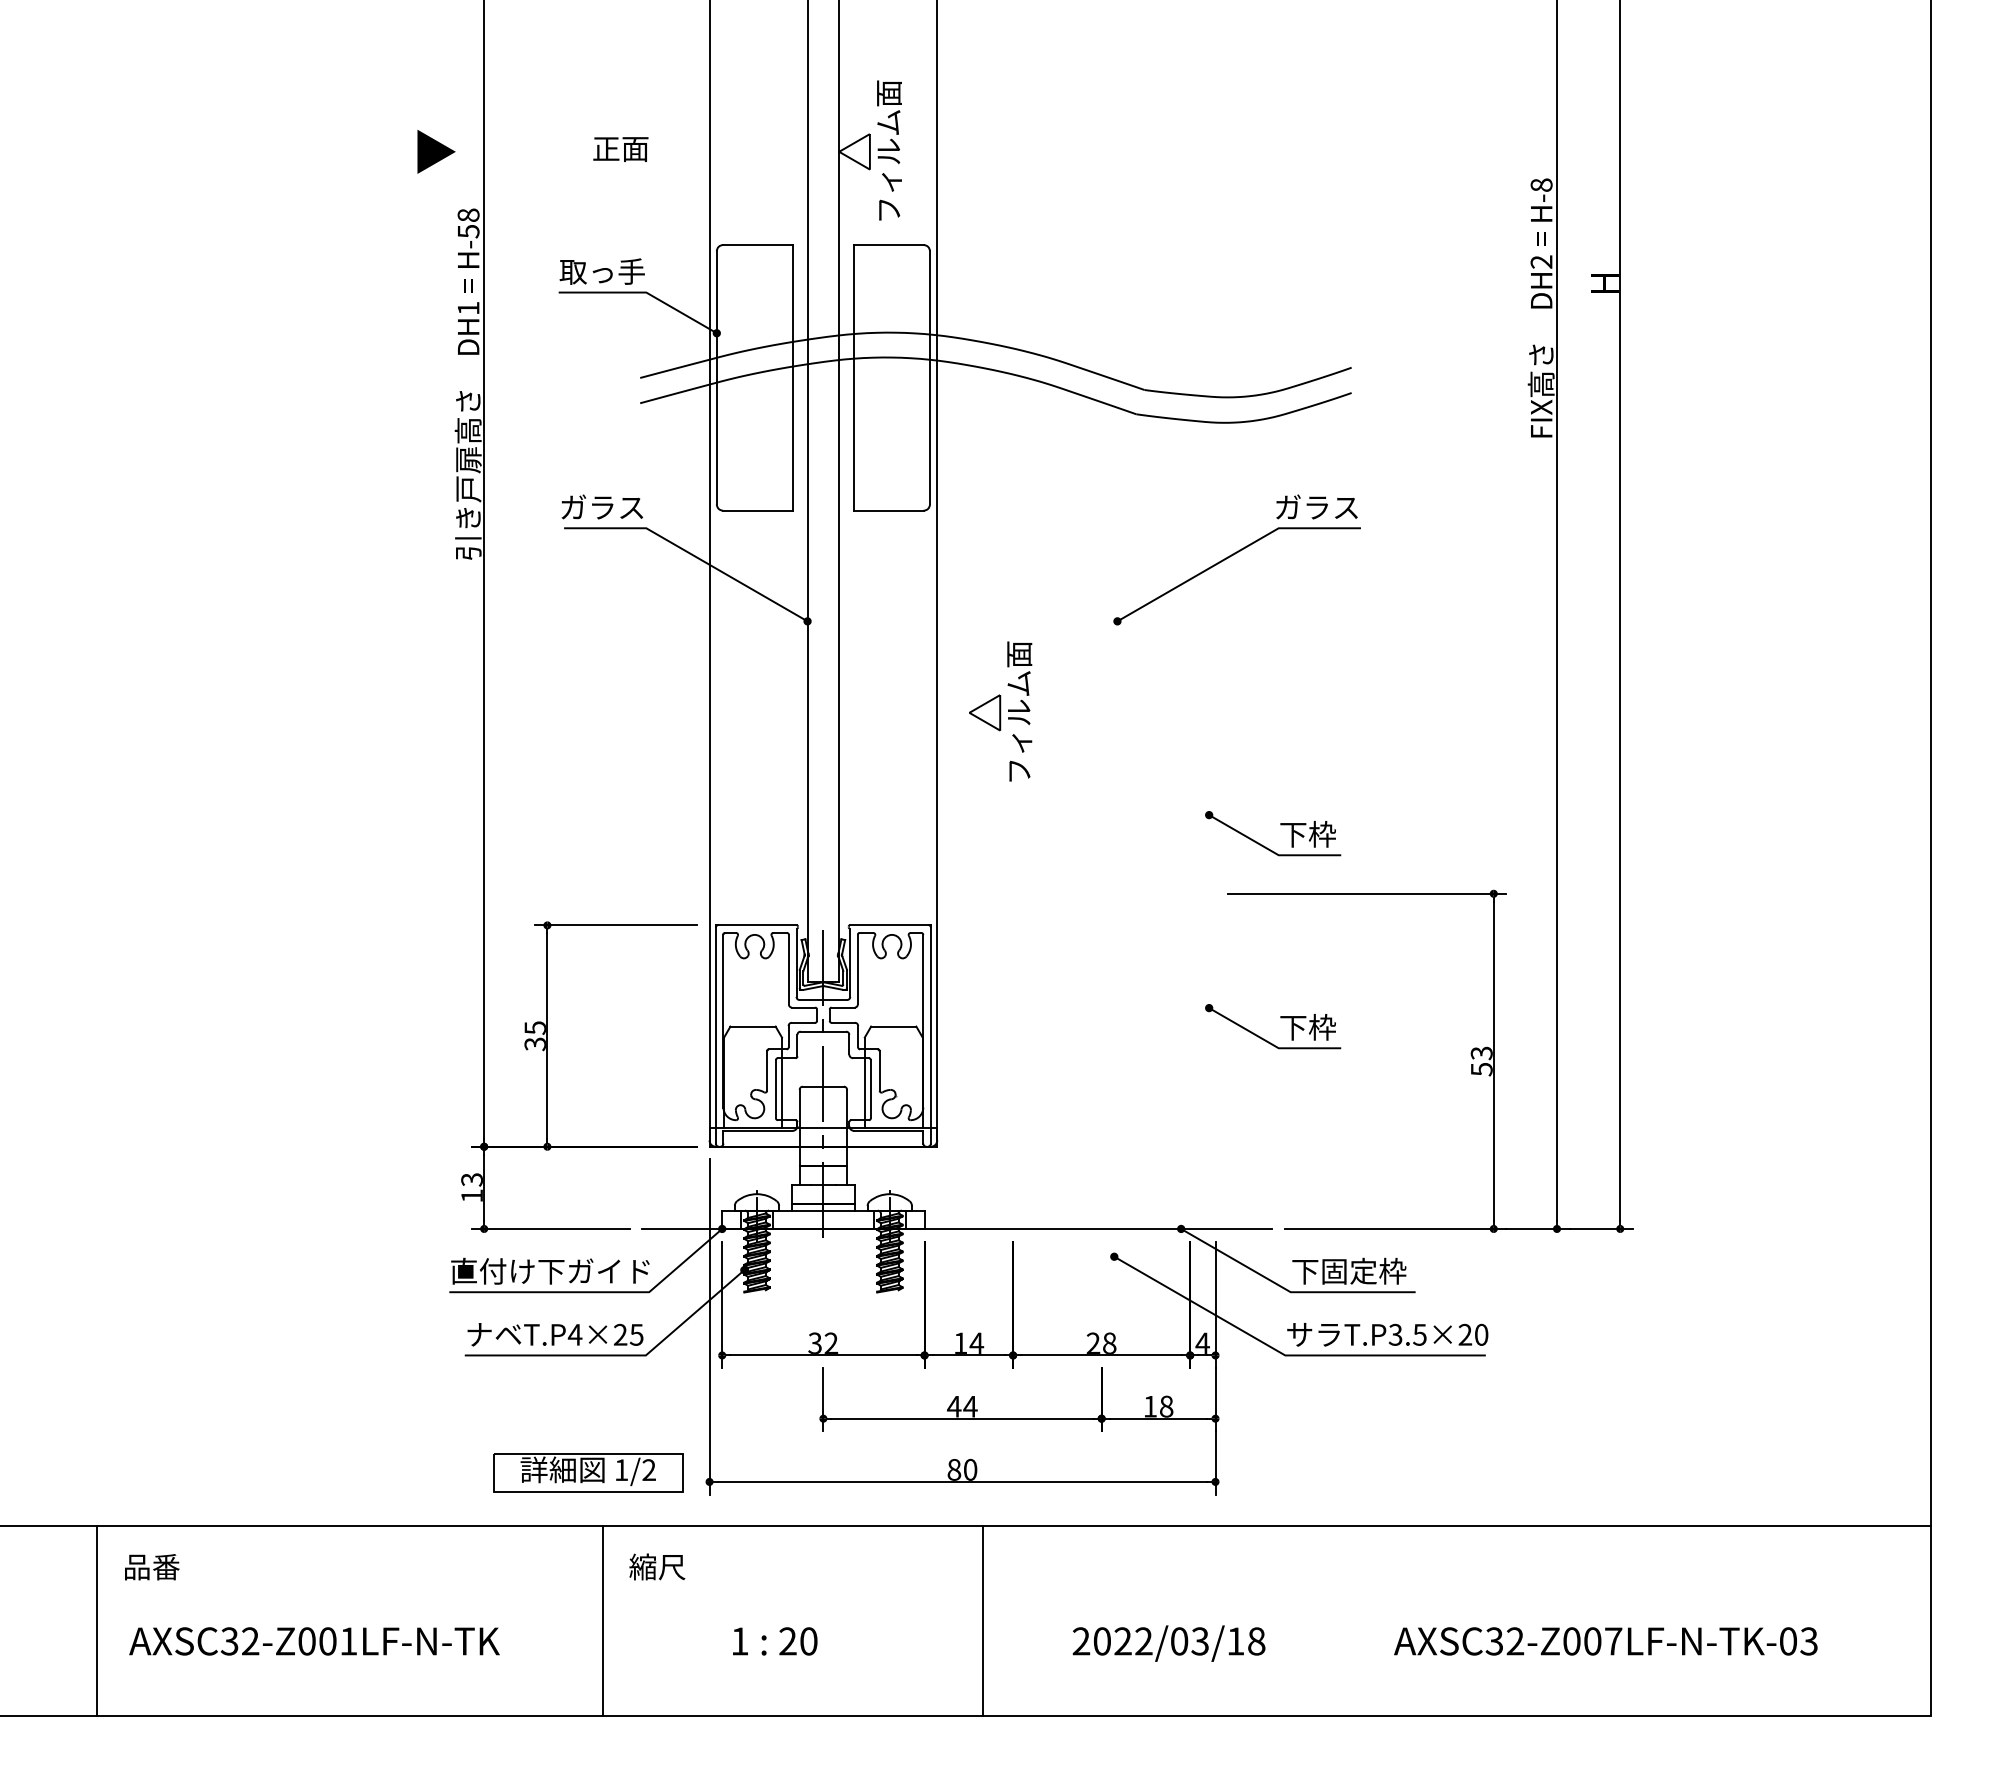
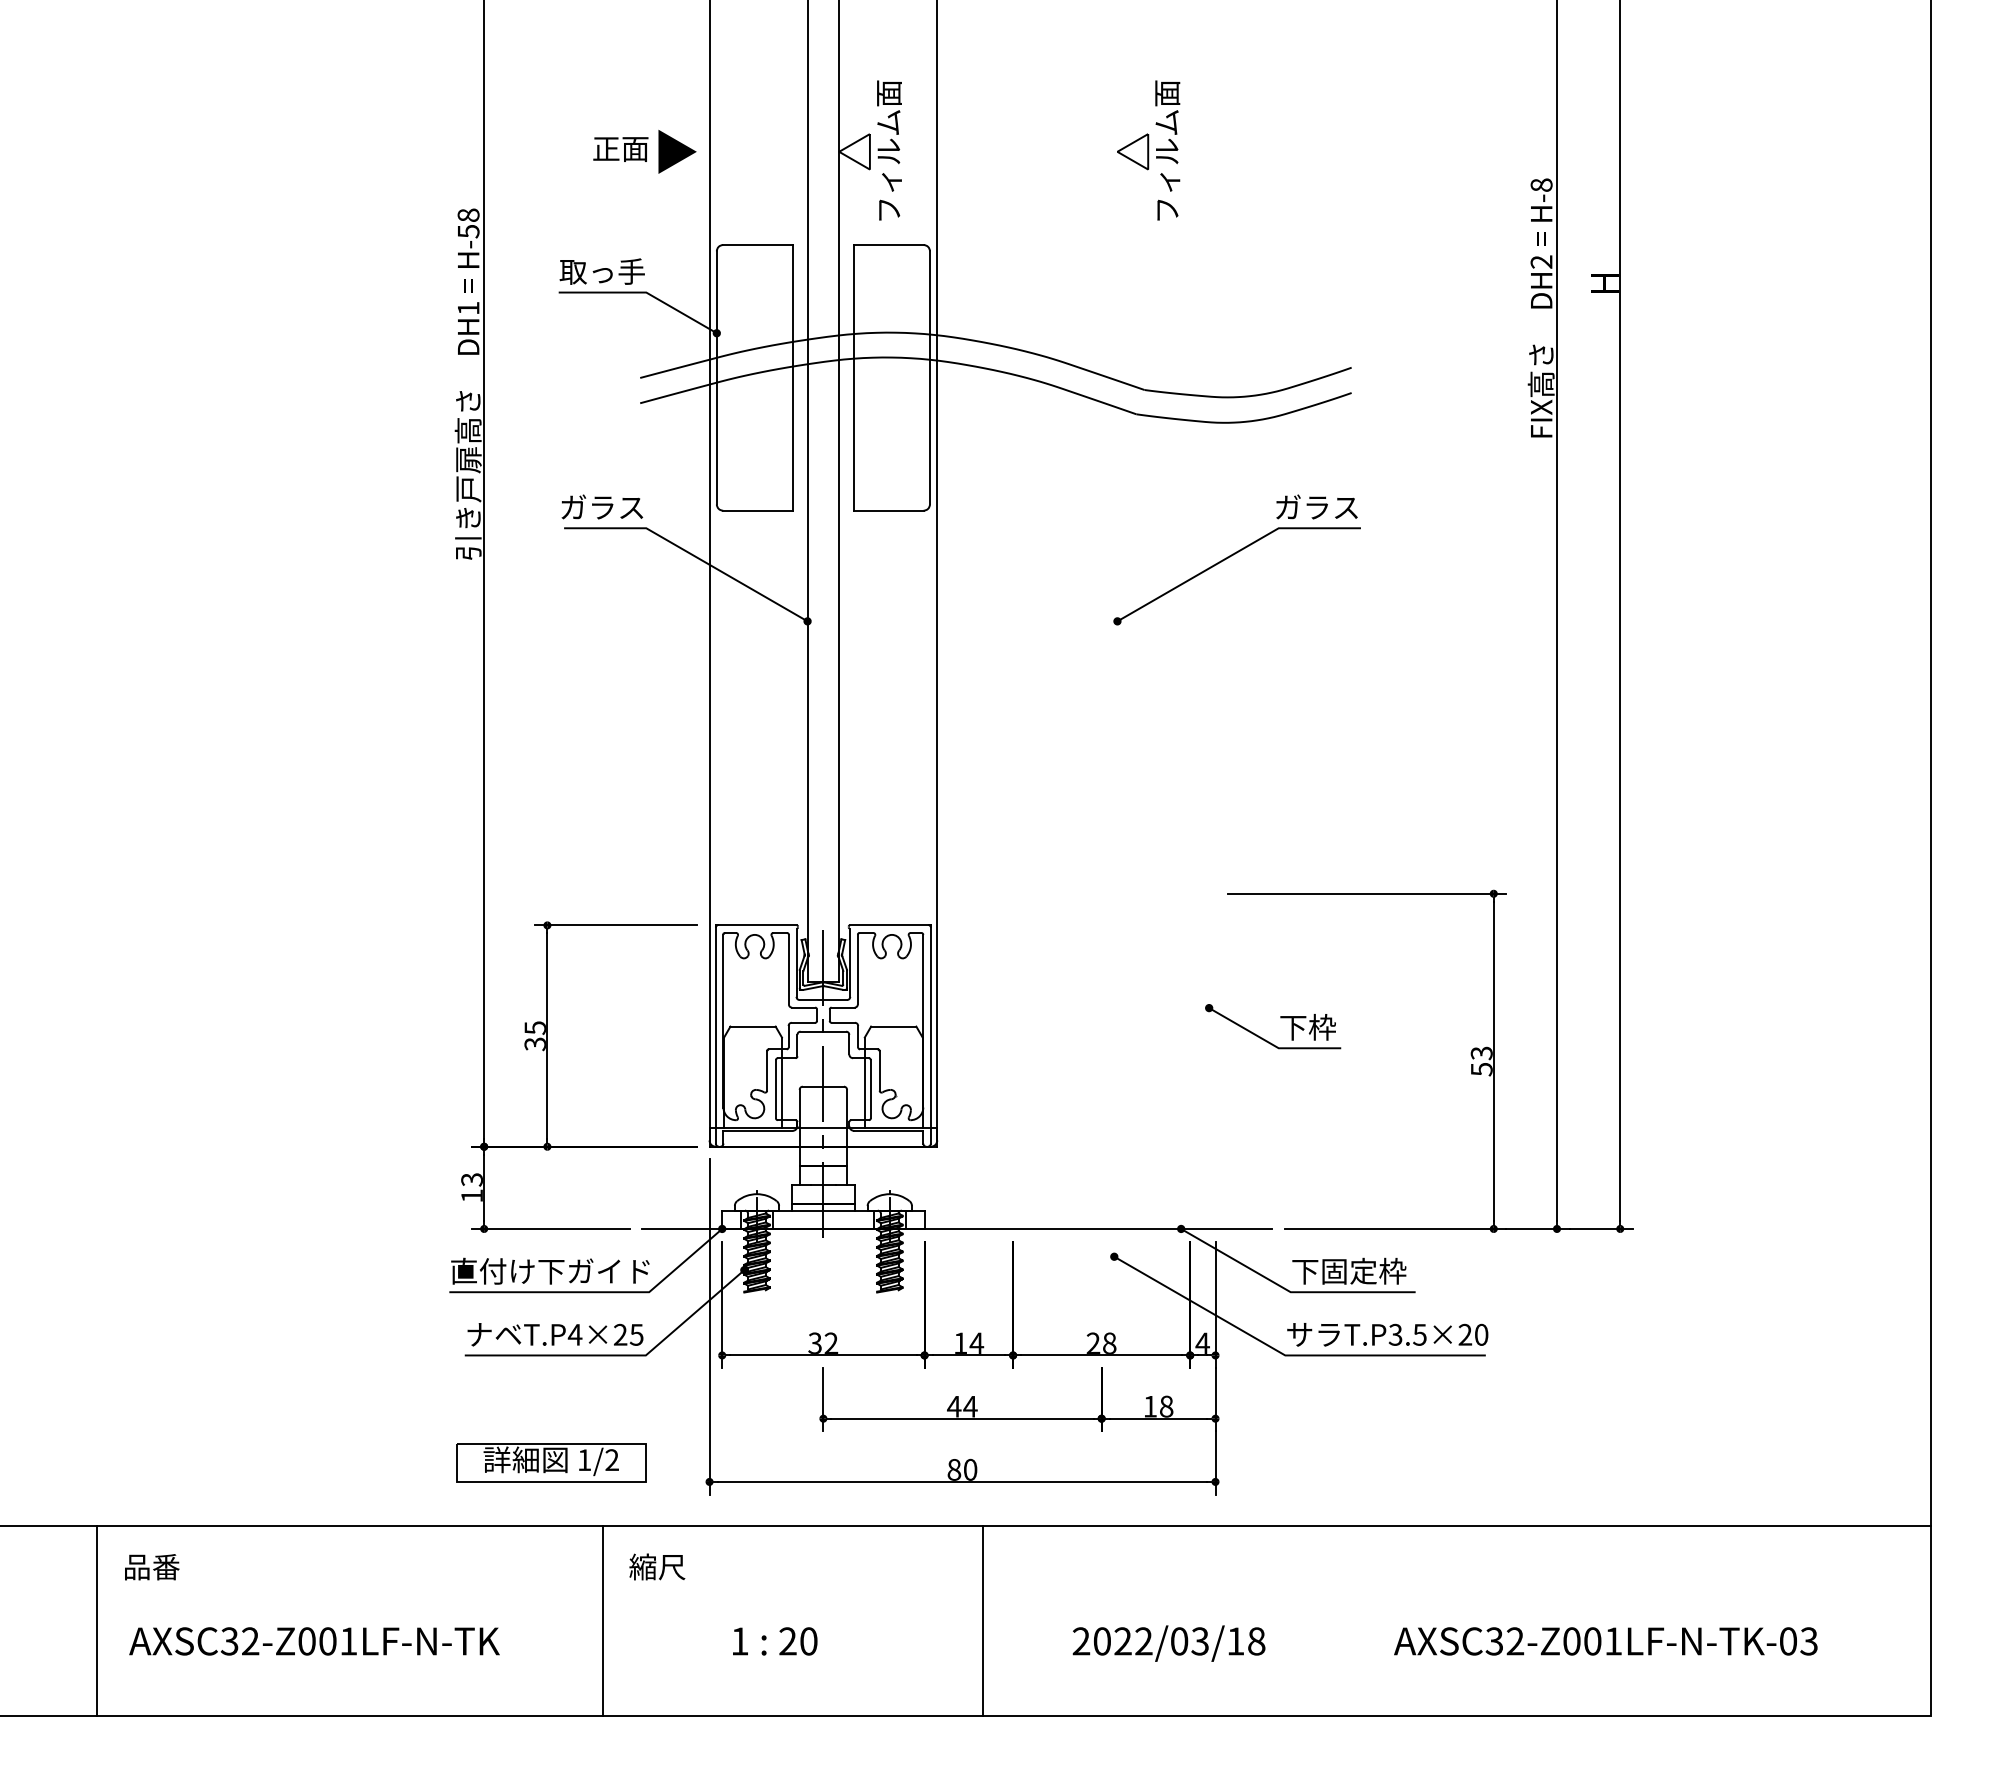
part at (436, 151) position: (436, 151) -> (677, 151)
part at (1000, 711) position: (1000, 711) -> (1148, 150)
part at (1280, 825): present -> none
part at (588, 1472) position: (588, 1472) -> (551, 1462)
text at (1613, 1641): AXSC32-Z007LF-N-TK-03 -> AXSC32-Z001LF-N-TK-03
